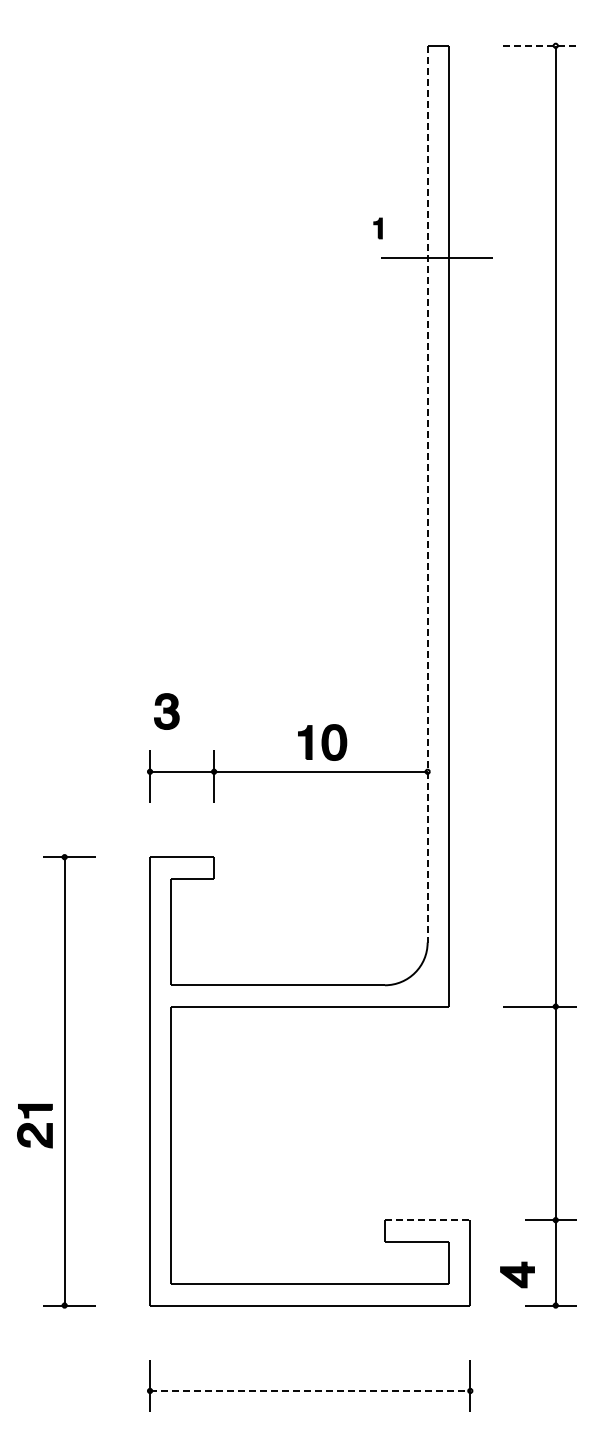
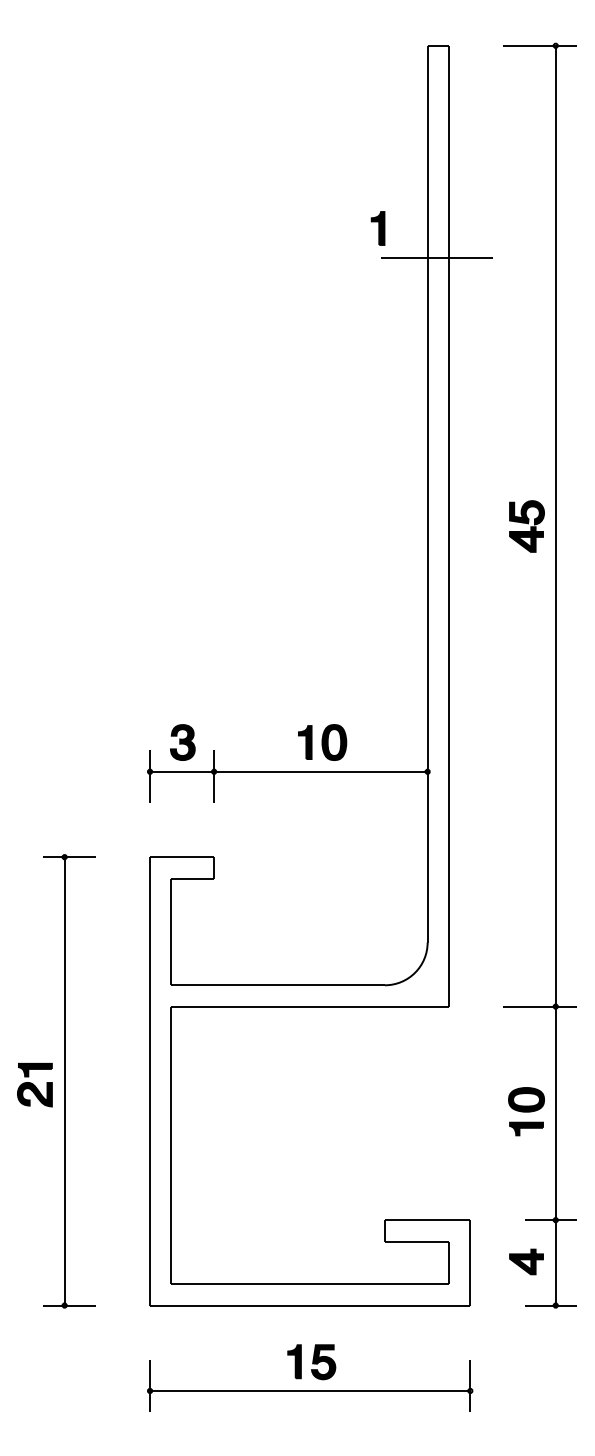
line at (540, 45): dashed -> solid
part at (377, 228) size: 10x23 px -> 16x35 px
line at (427, 494): dashed -> solid
part at (526, 526): none -> present
part at (166, 711) position: (166, 711) -> (182, 742)
part at (526, 1111): none -> present
part at (34, 1126) position: (34, 1126) -> (34, 1085)
line at (427, 1220): dashed -> solid
part at (517, 1274) position: (517, 1274) -> (526, 1261)
part at (311, 1362): none -> present
line at (310, 1390): dashed -> solid
